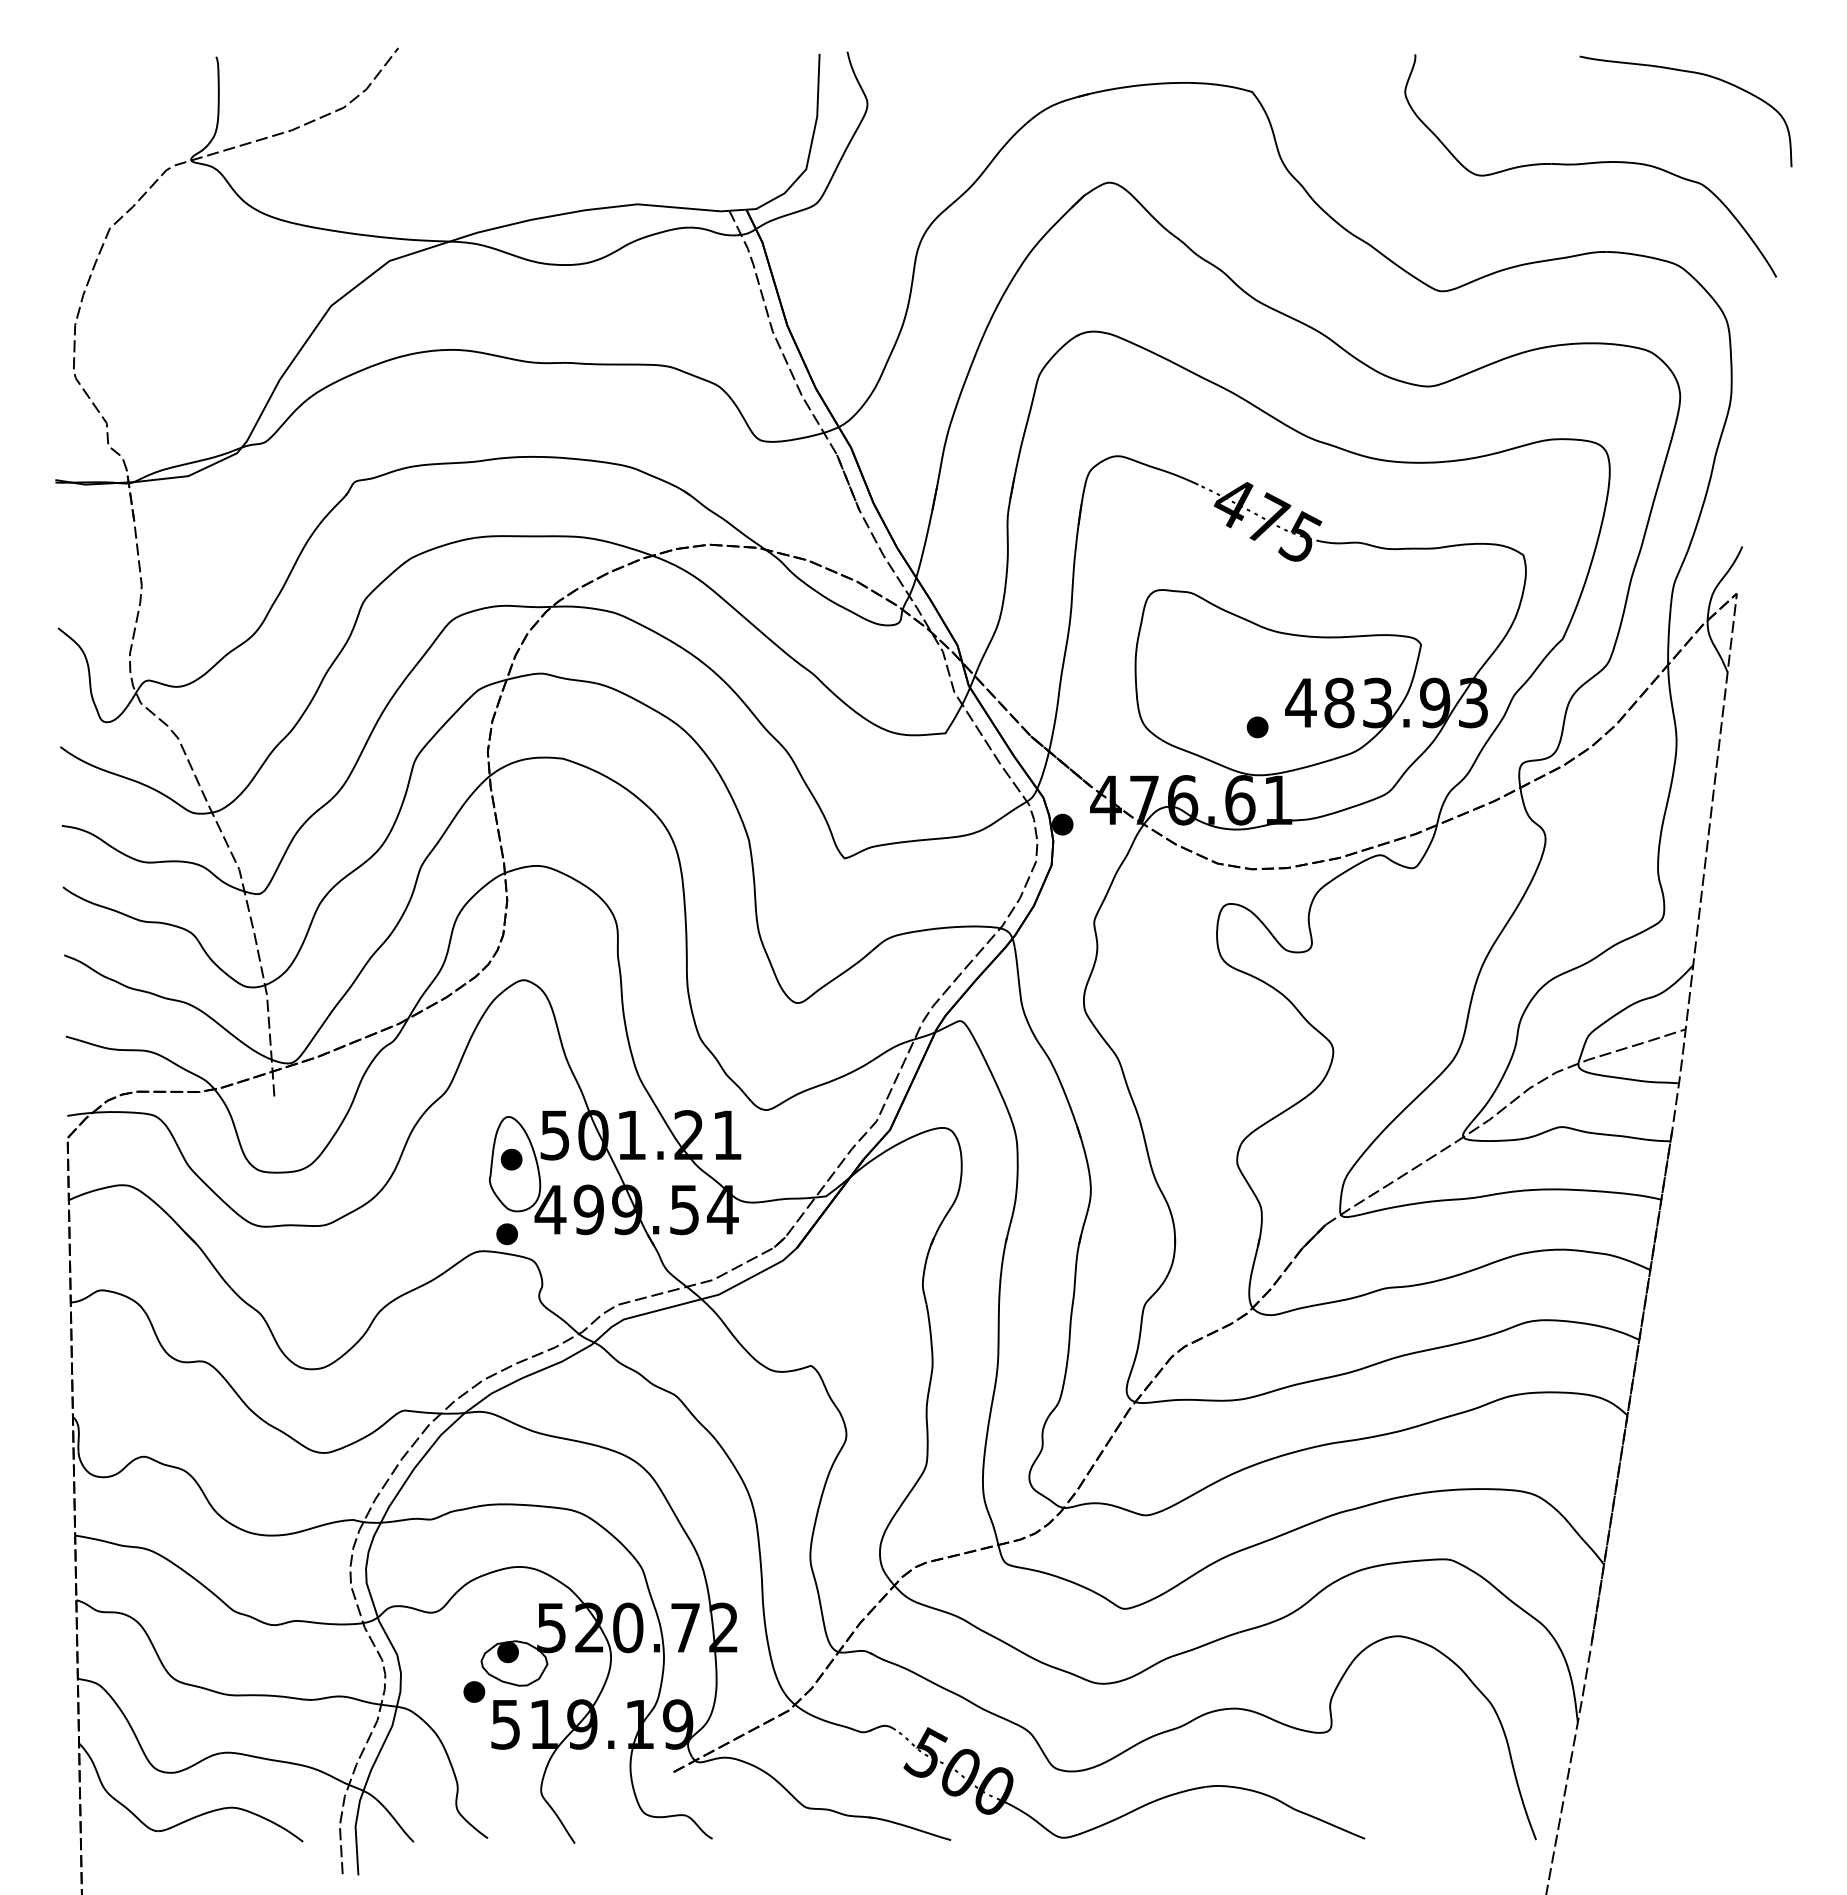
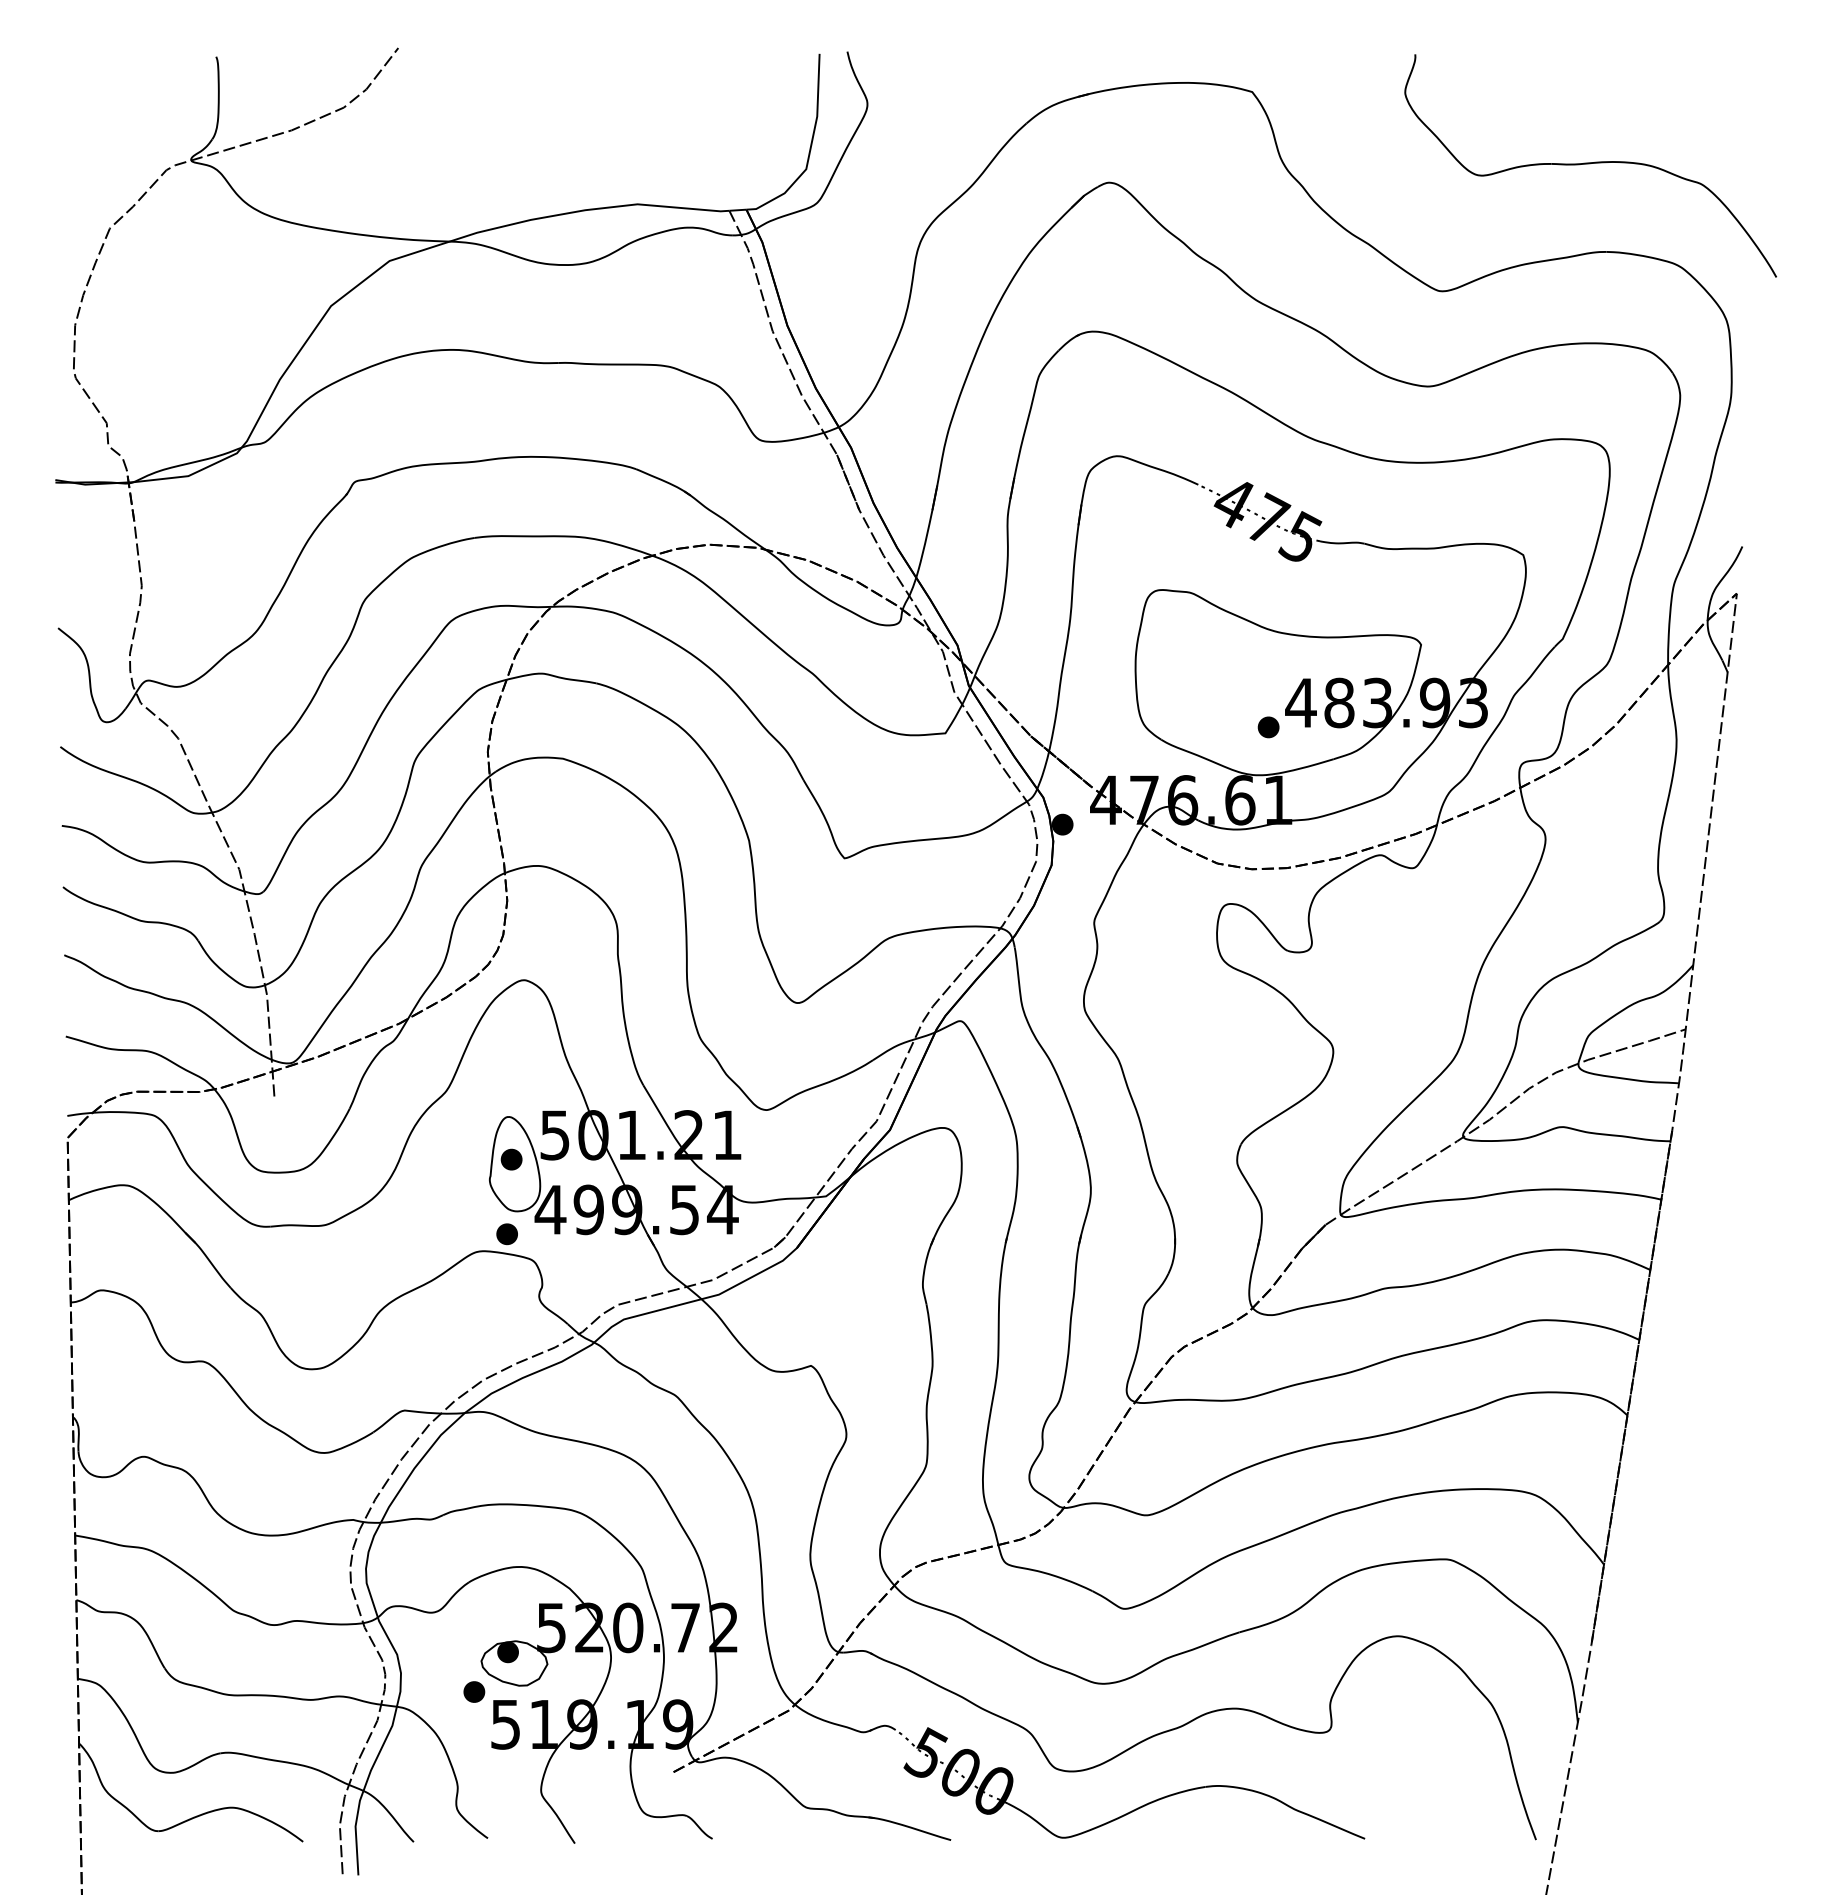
curve at (1692, 73): present -> none
part at (1257, 727) position: (1257, 727) -> (1268, 727)
